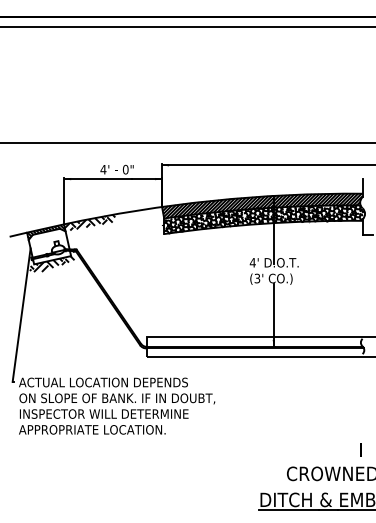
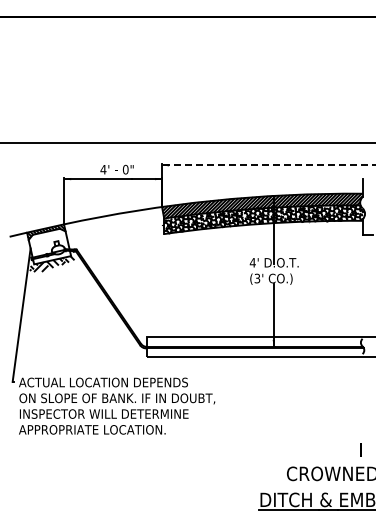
line at (187, 27): present -> none
line at (269, 165): solid -> dashed
hatch at (89, 222): present -> none
